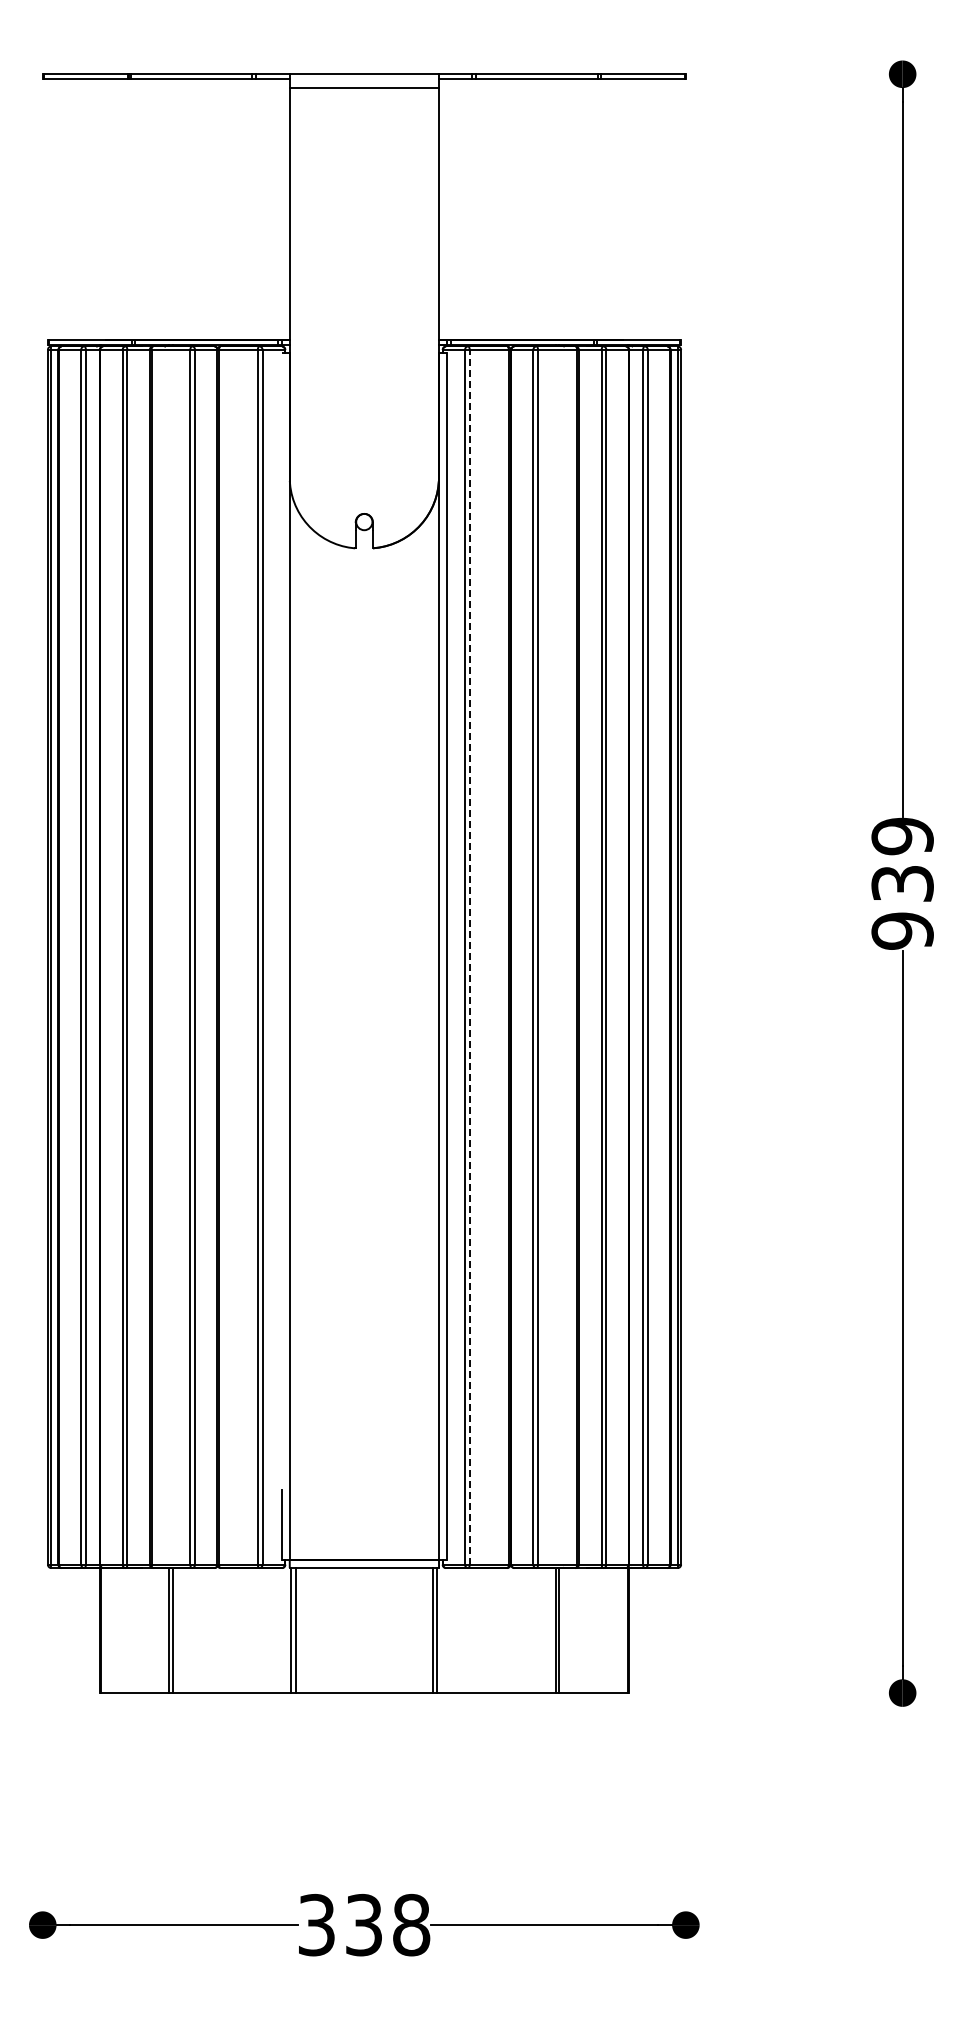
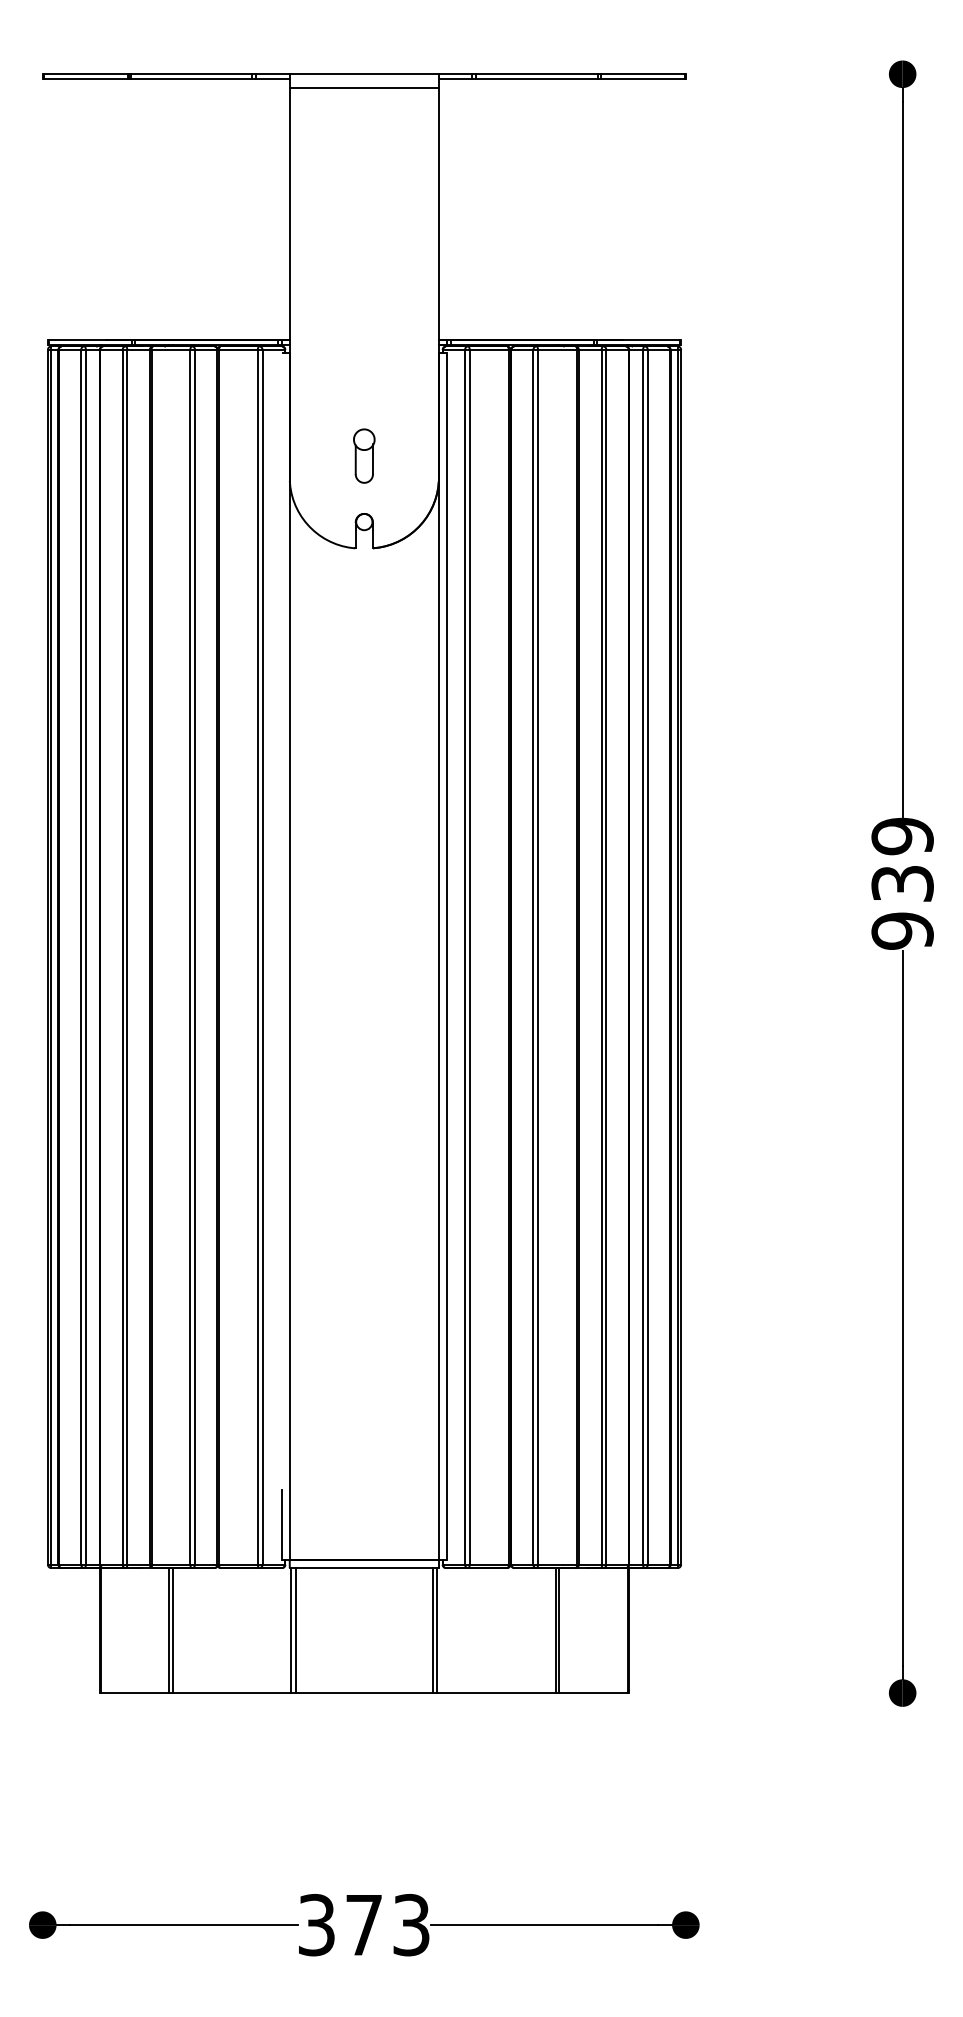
part at (364, 455): none -> present
line at (469, 956): dashed -> solid
text at (388, 1924): 338 -> 373
